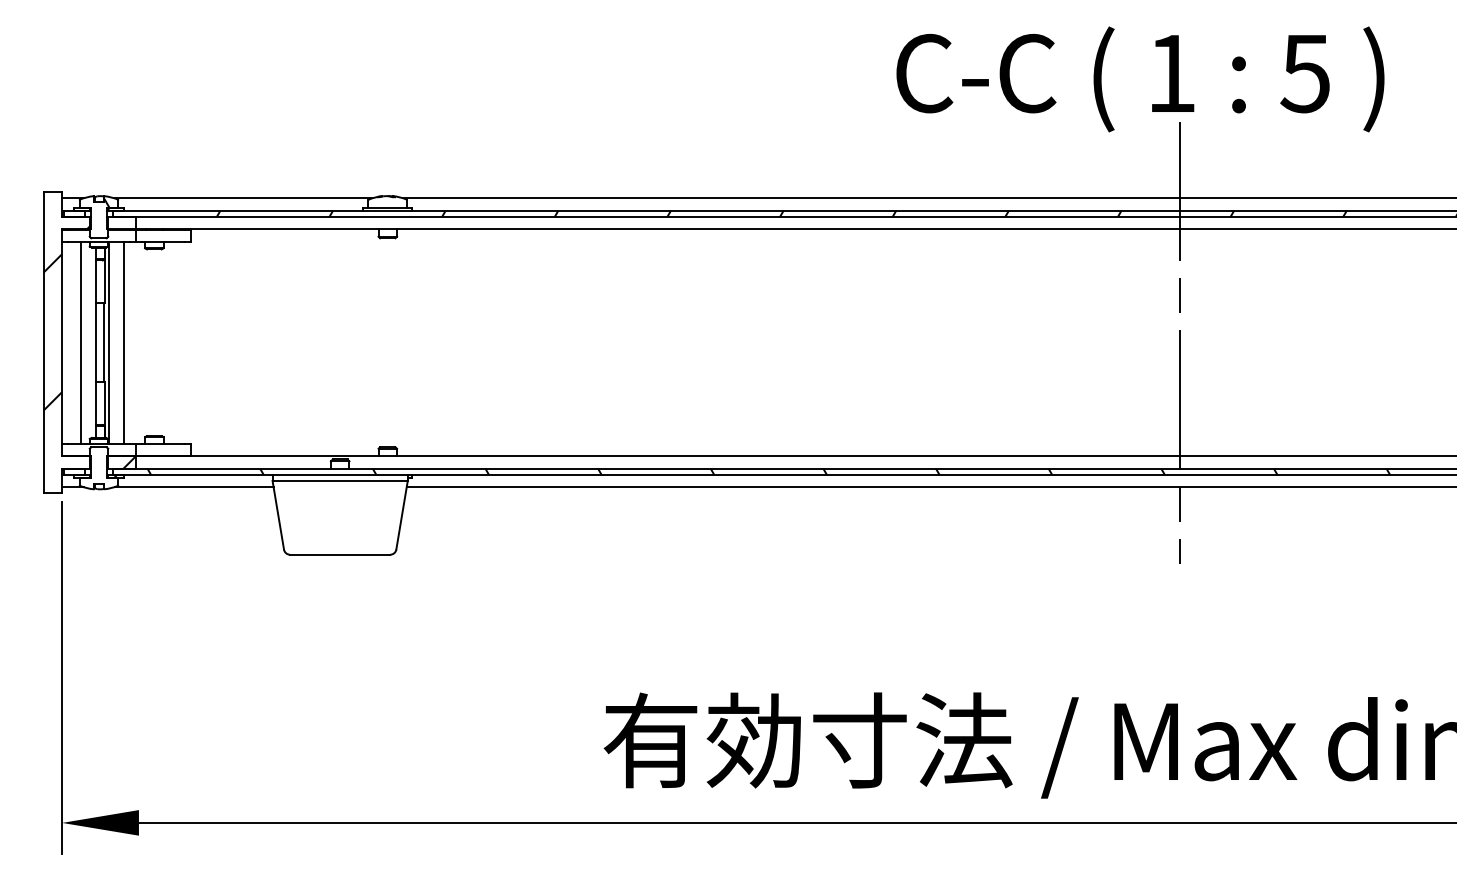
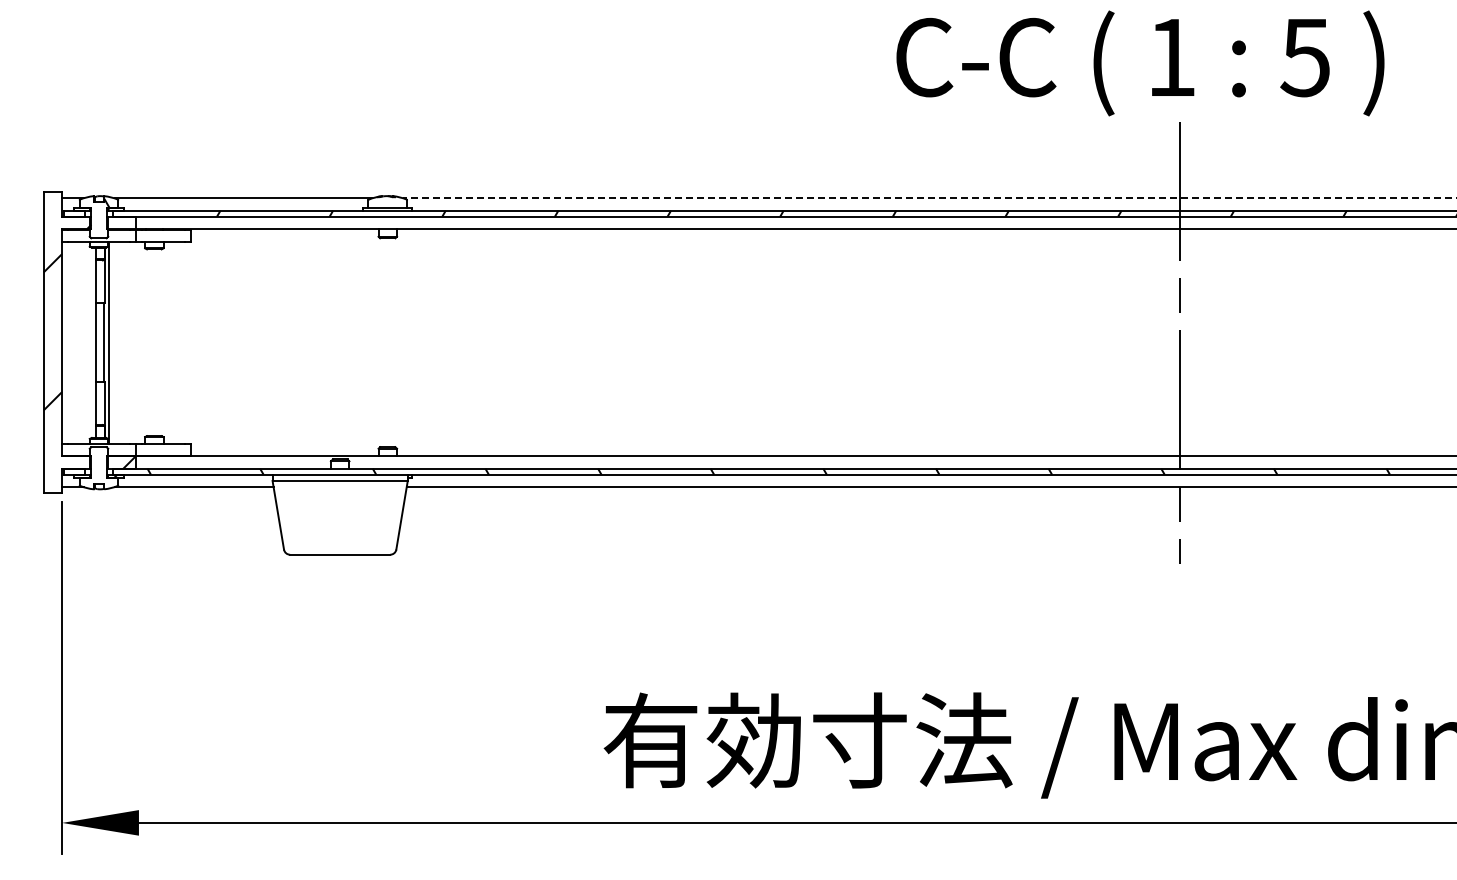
text at (1140, 79) position: (1140, 79) -> (1140, 63)
line at (930, 198): solid -> dashed
line at (80, 342): present -> none
line at (123, 342): present -> none
